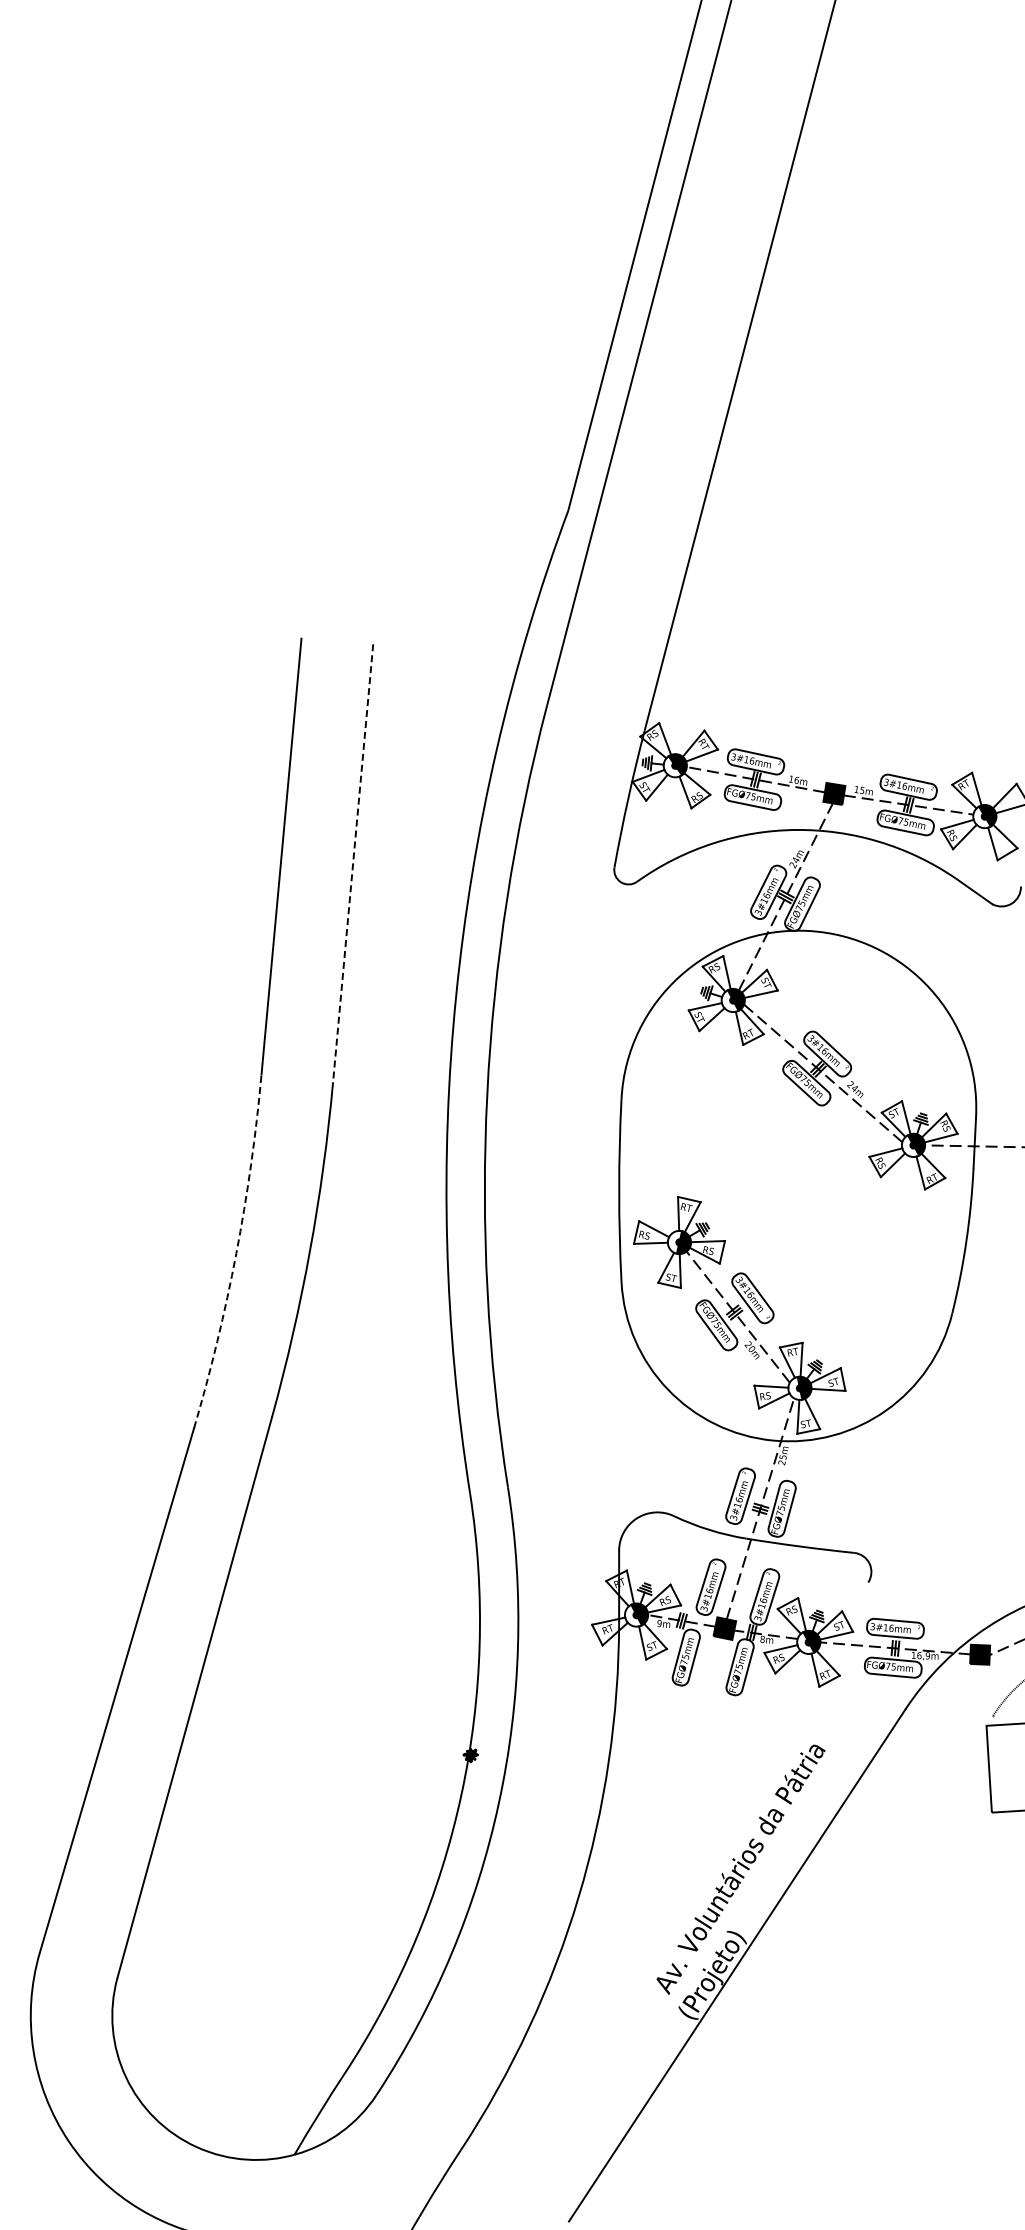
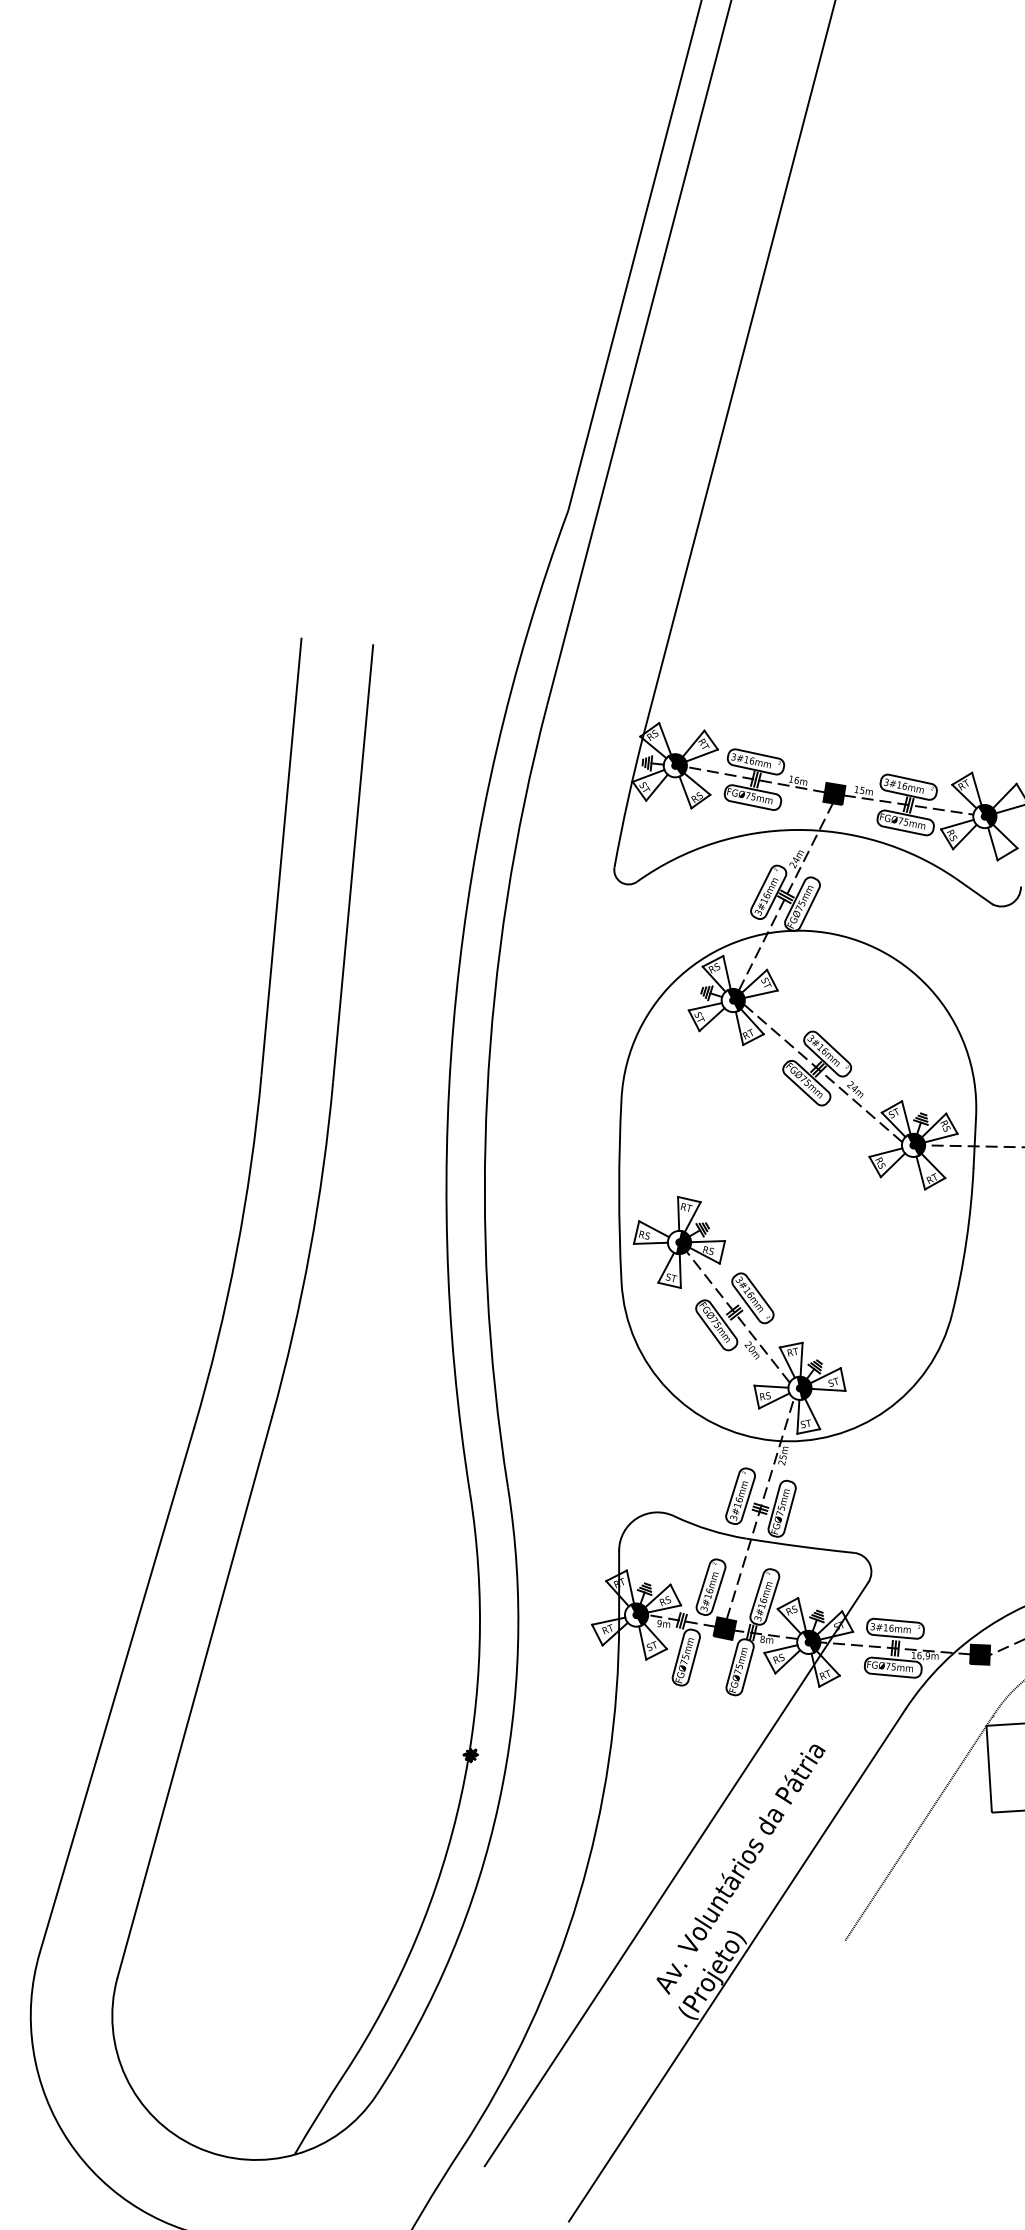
line at (353, 863): dashed -> solid
arc at (236, 1253): dashed -> solid
line at (918, 1828): none -> present
line at (676, 1874): none -> present
